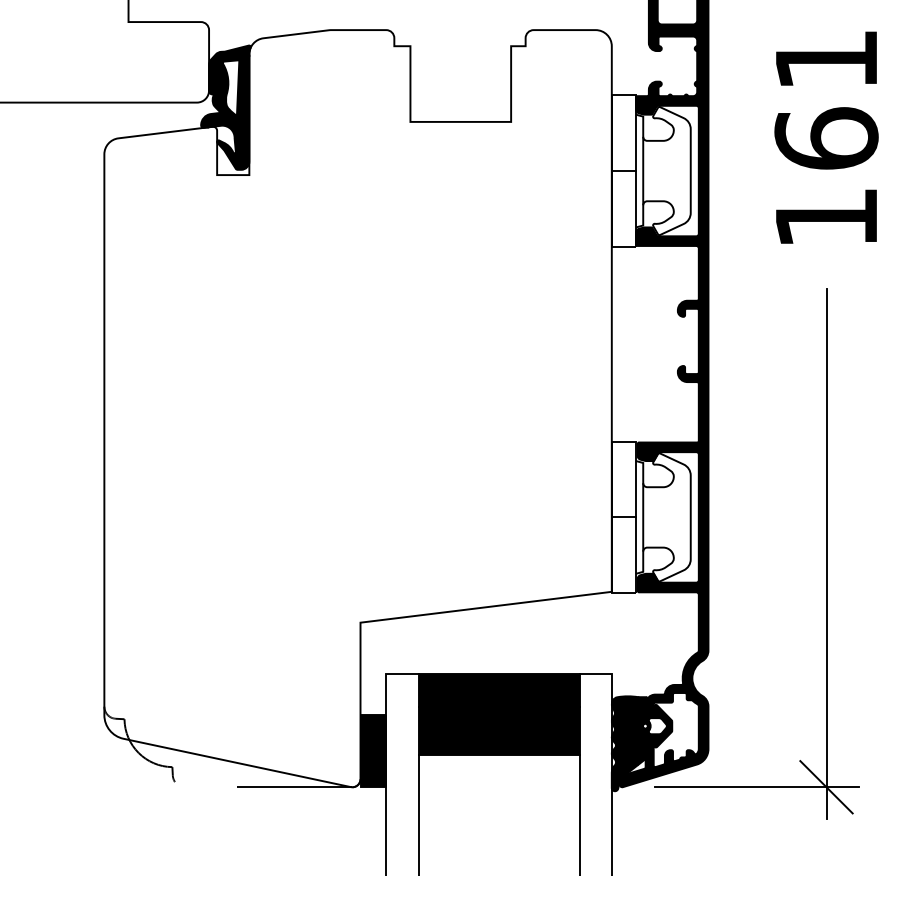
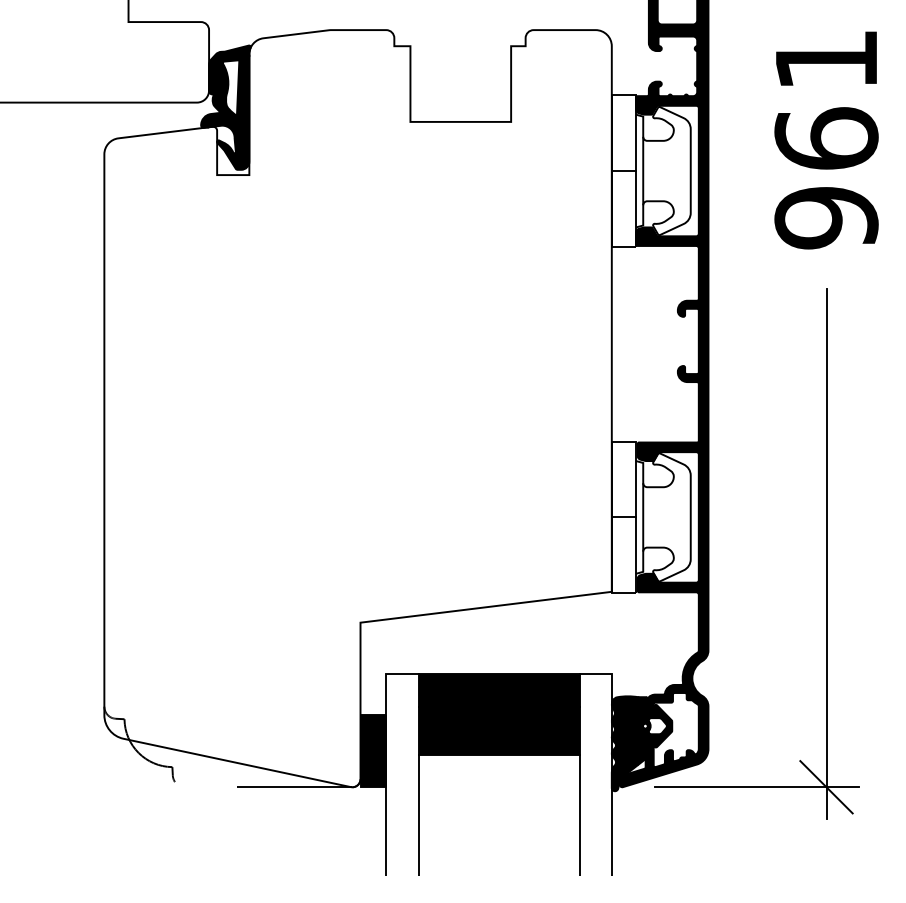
text at (826, 218): 161 -> 961
